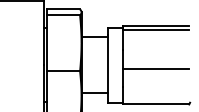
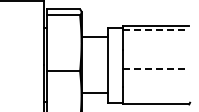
line at (156, 30): solid -> dashed
line at (156, 69): solid -> dashed
